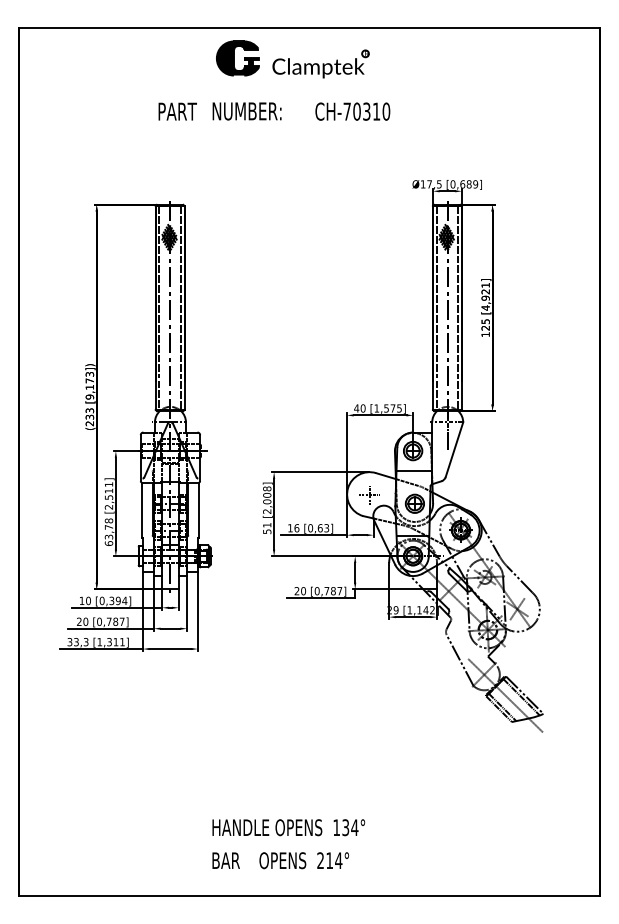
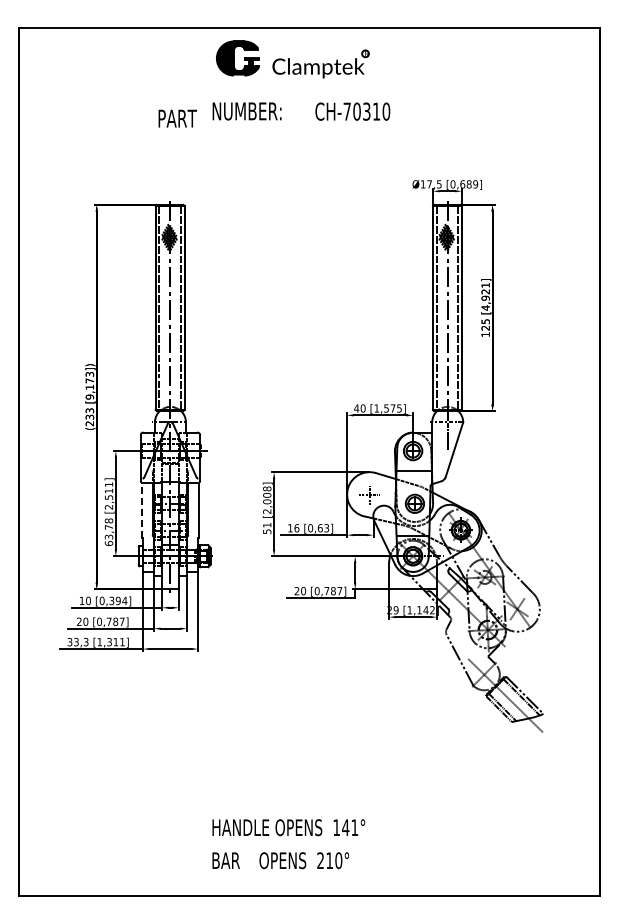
text at (177, 111) position: (177, 111) -> (177, 118)
line at (142, 510): solid -> dashed
text at (350, 827): 134° -> 141°
text at (338, 860): 214° -> 210°
